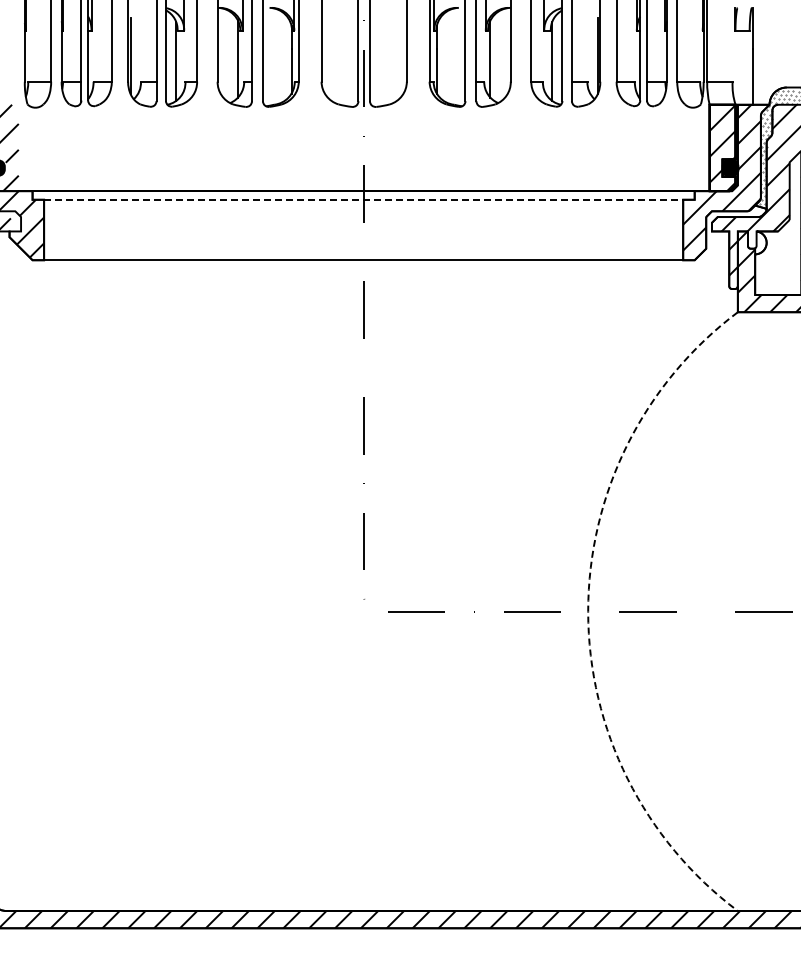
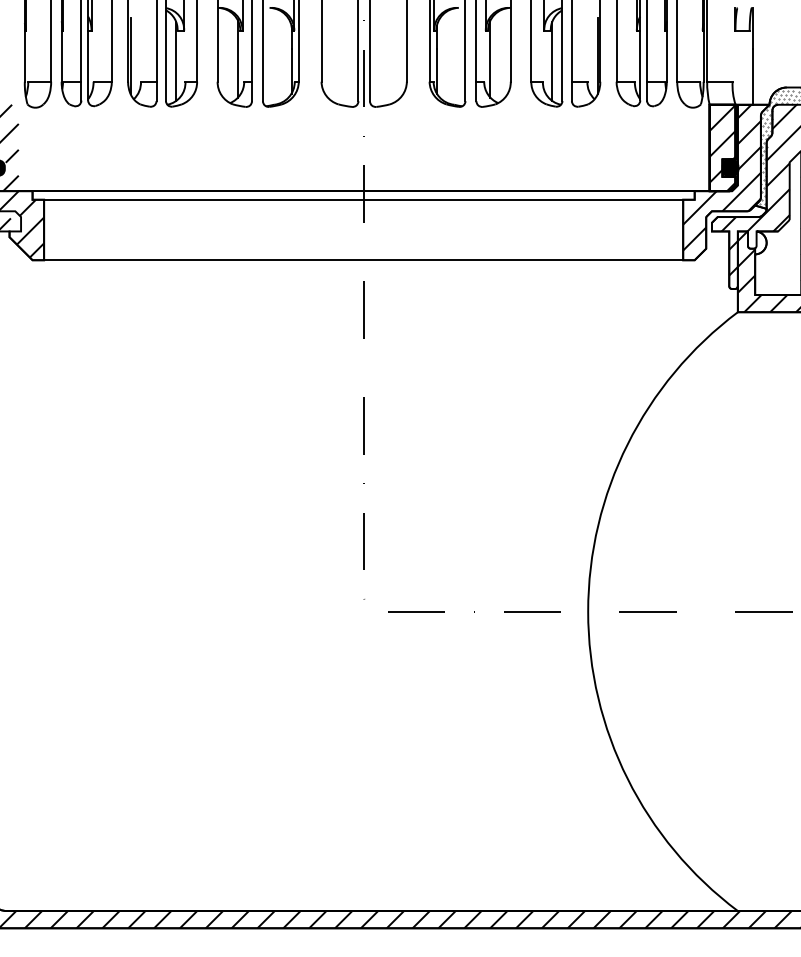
line at (363, 199): dashed -> solid
arc at (588, 611): dashed -> solid
